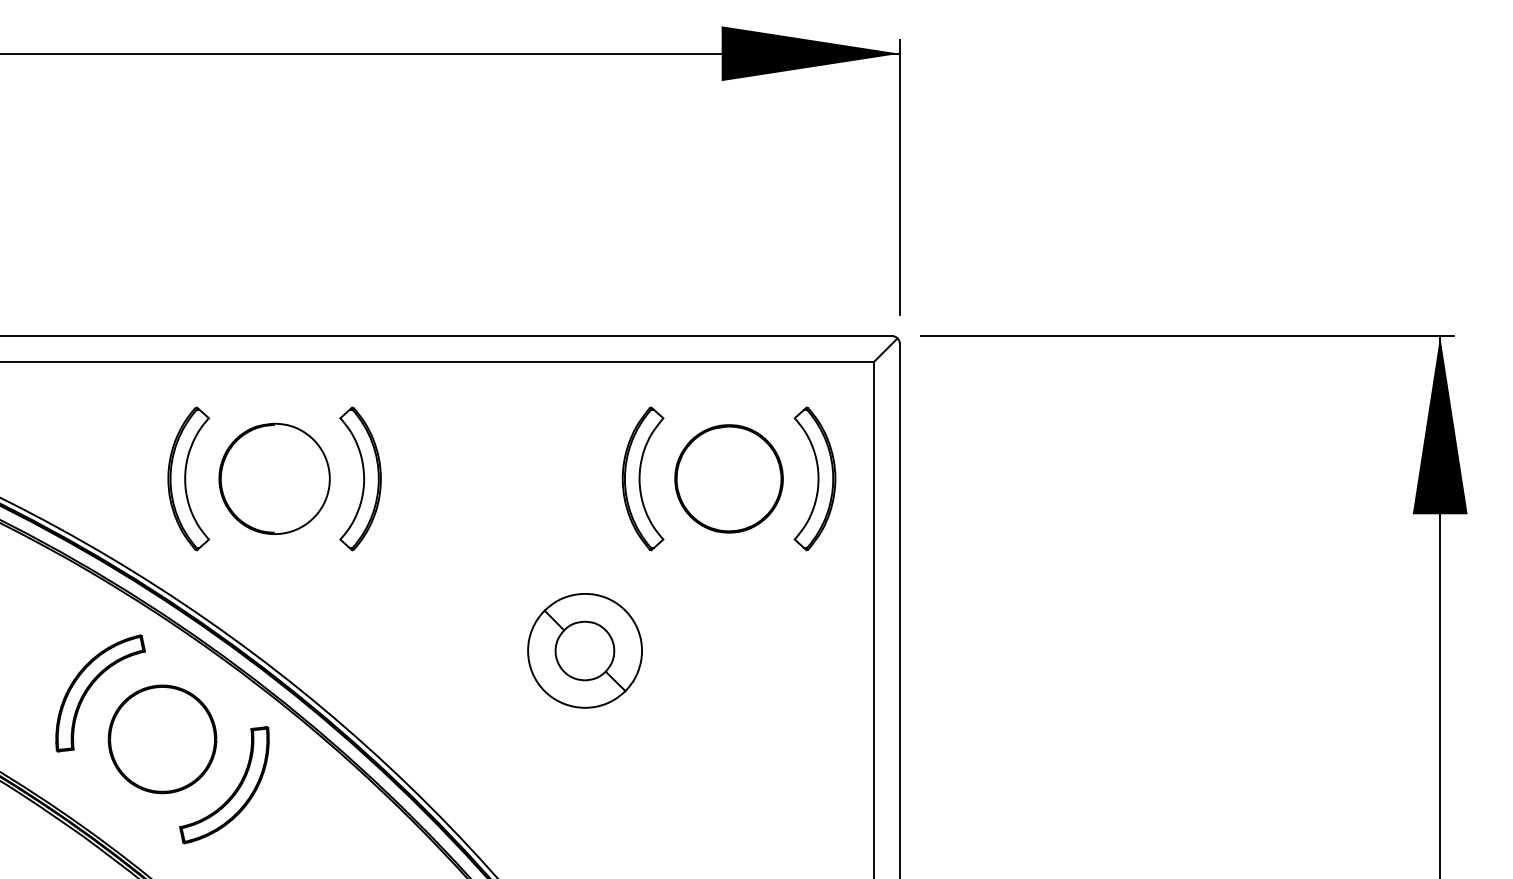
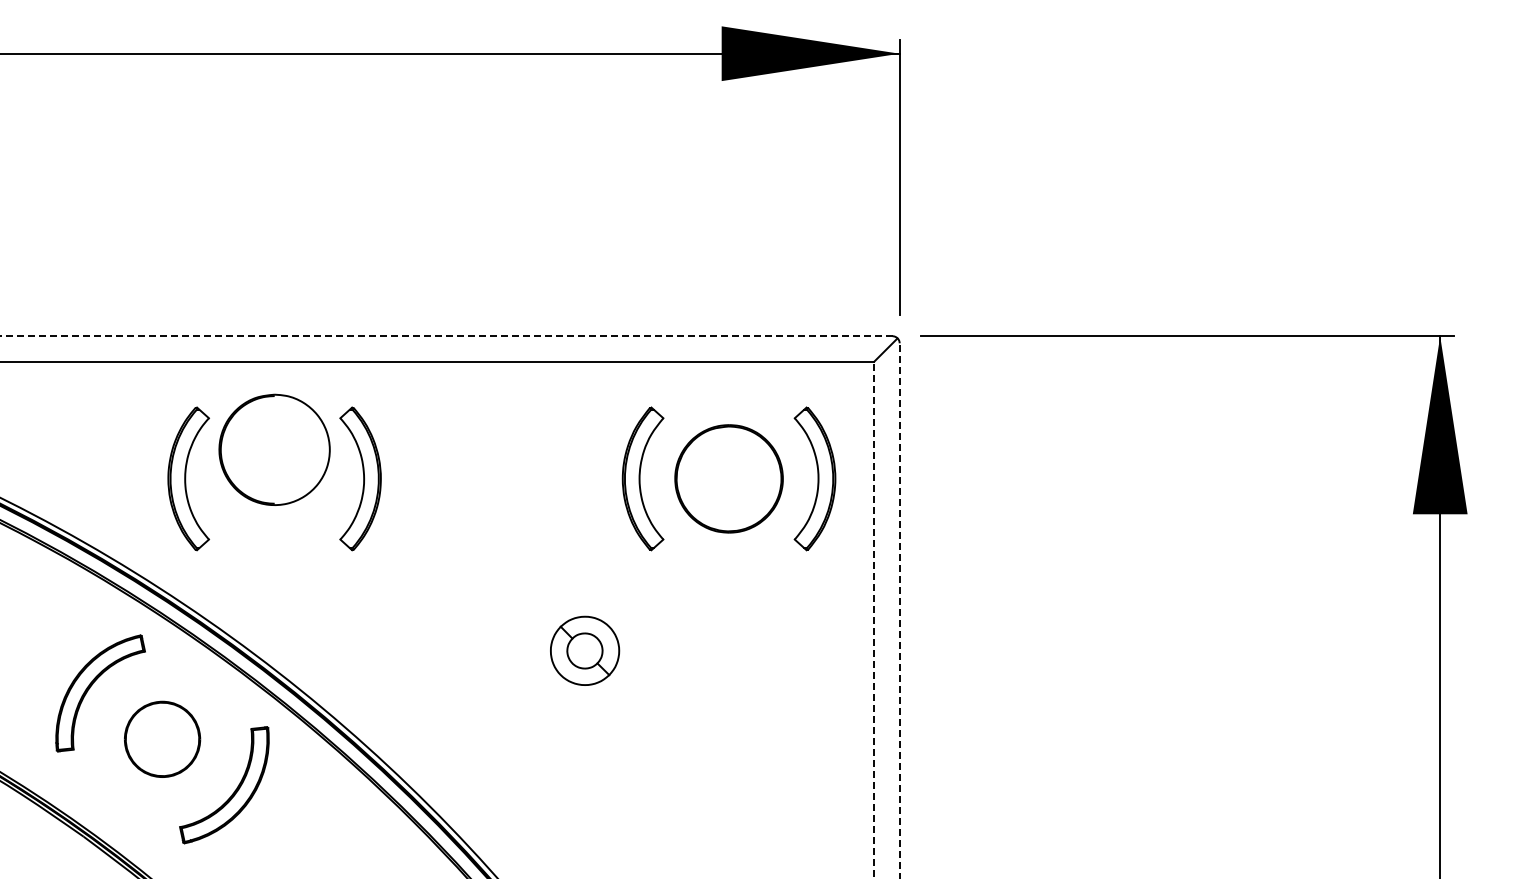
line at (446, 336): solid -> dashed
part at (274, 478) position: (274, 478) -> (274, 449)
line at (899, 610): solid -> dashed
line at (874, 619): solid -> dashed
part at (584, 650) size: 116x116 px -> 71x71 px
part at (162, 739) size: 111x111 px -> 78x78 px
